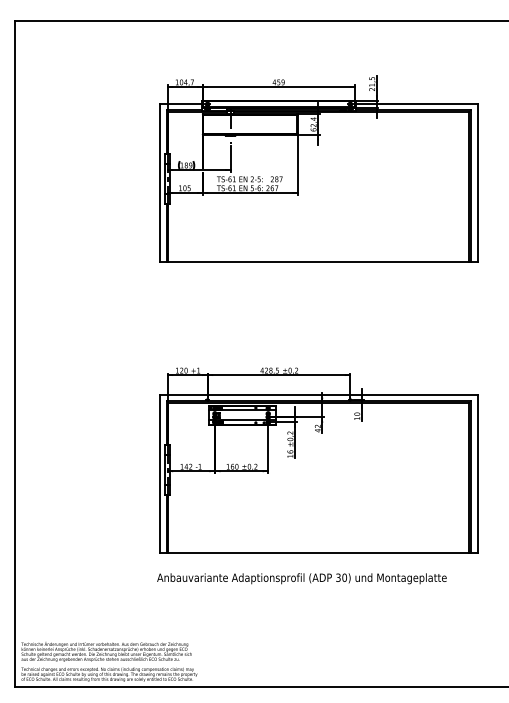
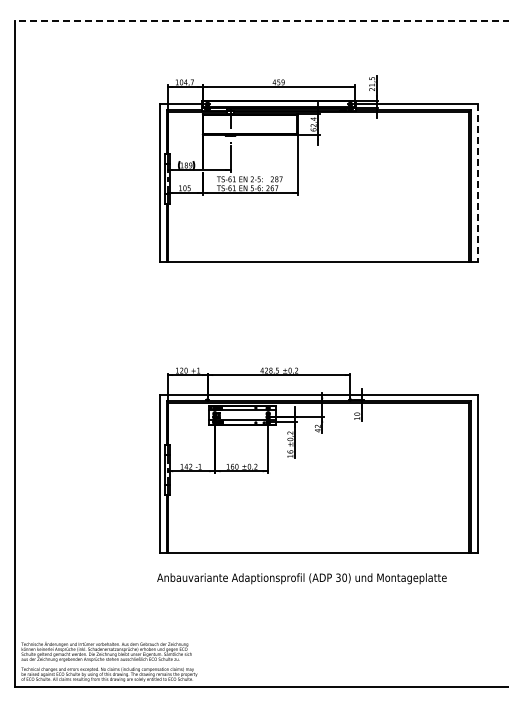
line at (262, 21): solid -> dashed
line at (477, 183): solid -> dashed
